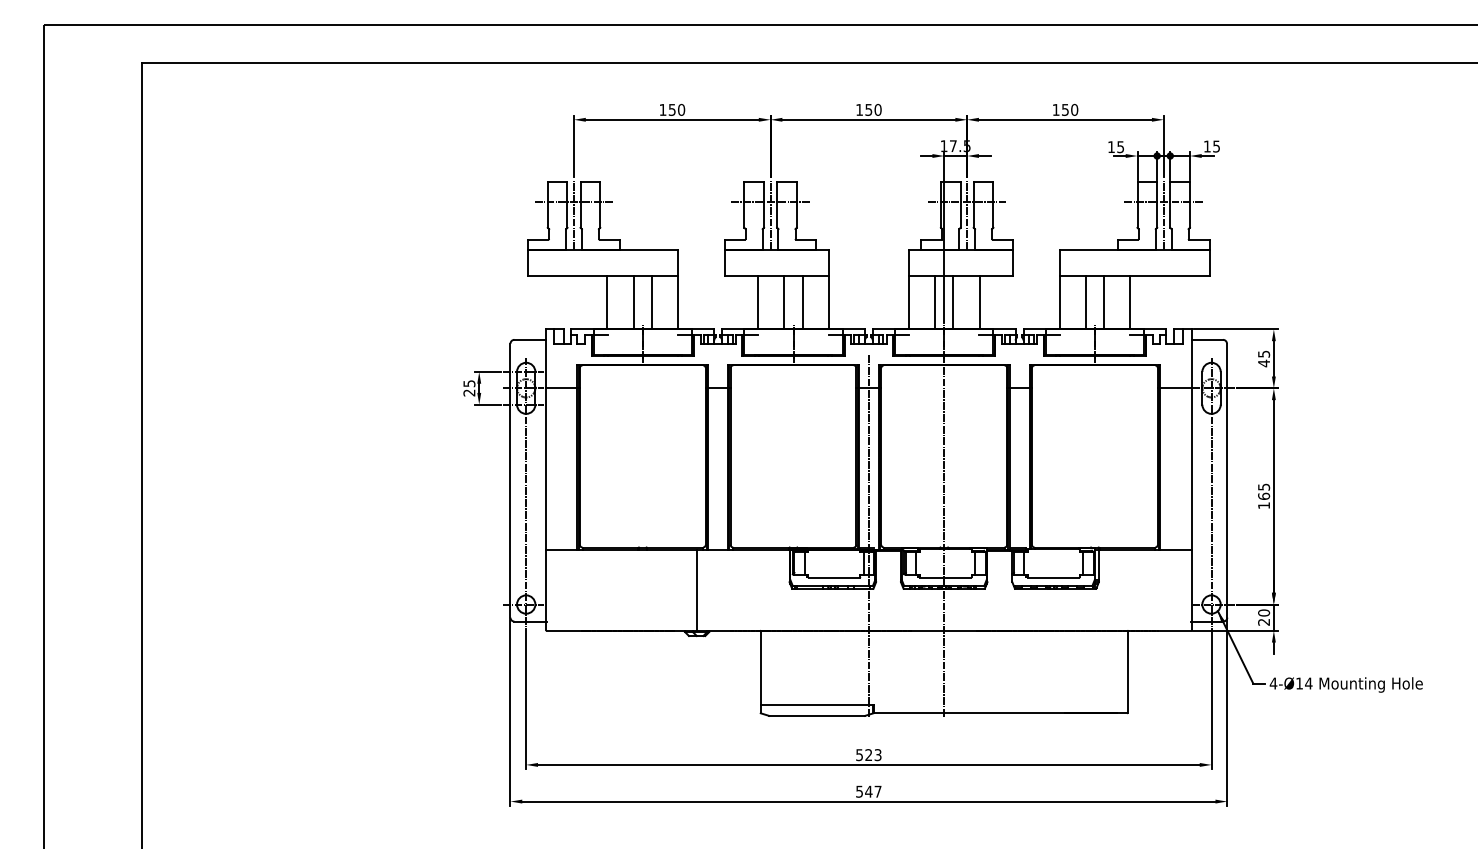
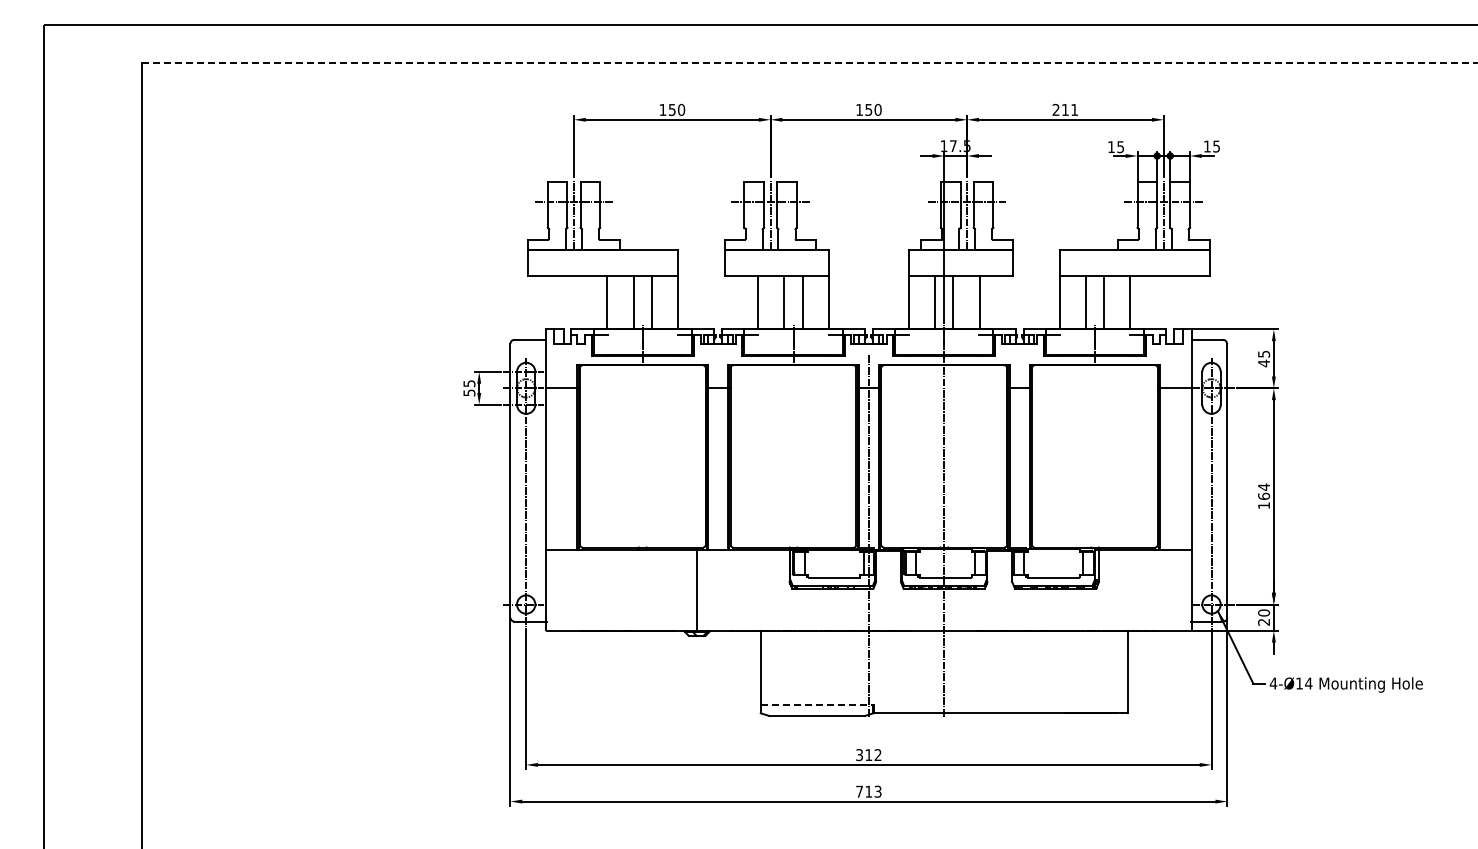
line at (809, 63): solid -> dashed
text at (1065, 109): 150 -> 211
text at (469, 392): 25 -> 55
text at (1264, 487): 165 -> 164
line at (817, 705): solid -> dashed
text at (868, 755): 523 -> 312
text at (868, 791): 547 -> 713
